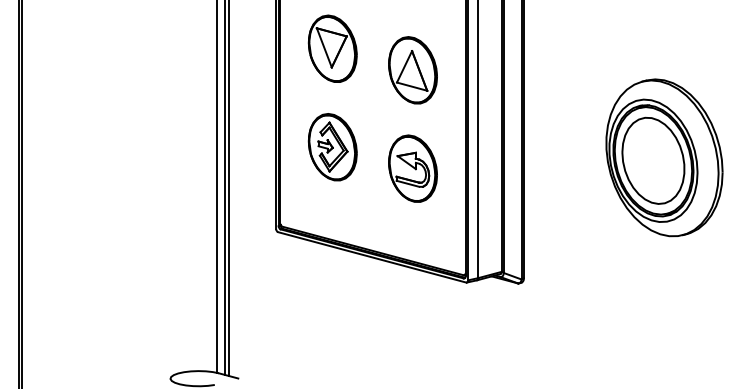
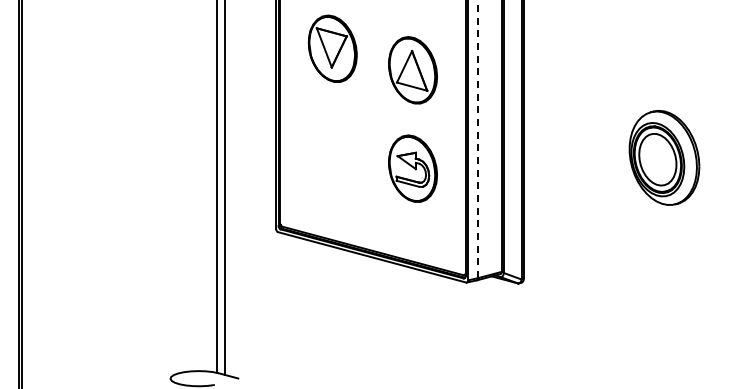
line at (478, 139): solid -> dashed
part at (332, 147): present -> none
part at (664, 157) size: 119x160 px -> 73x96 px
line at (228, 189): present -> none
